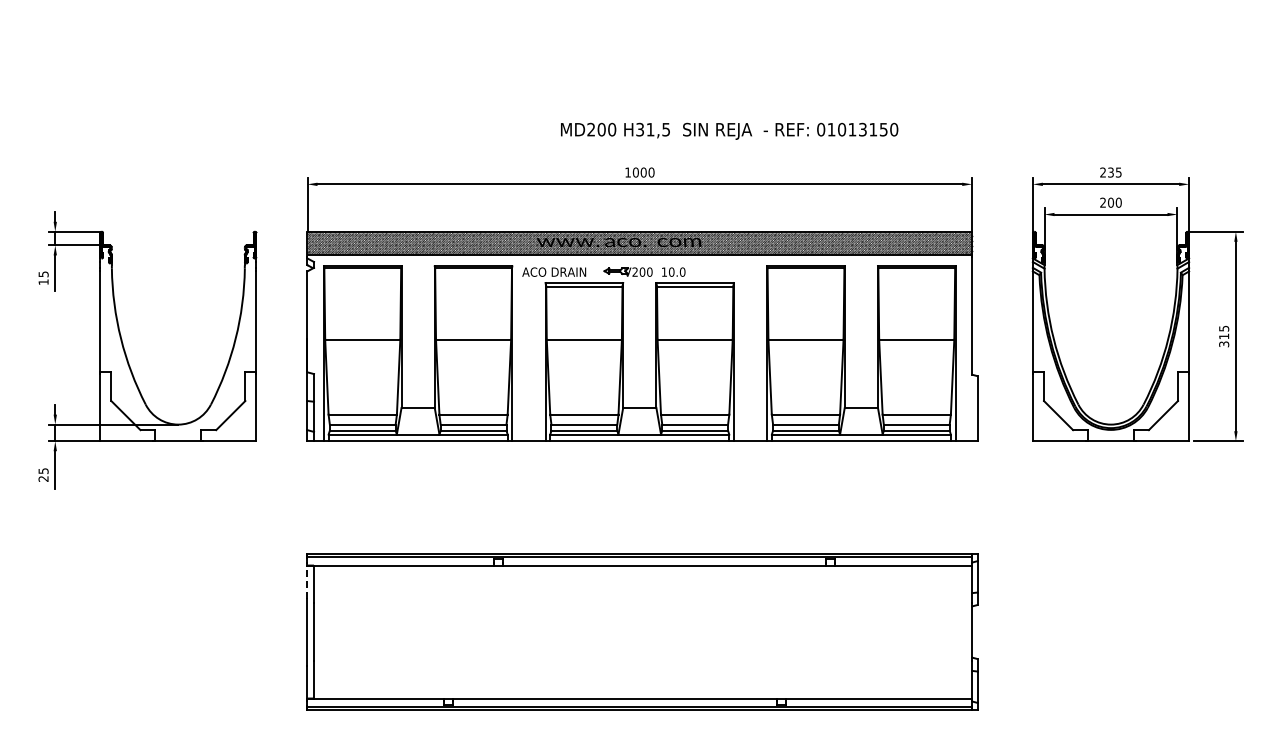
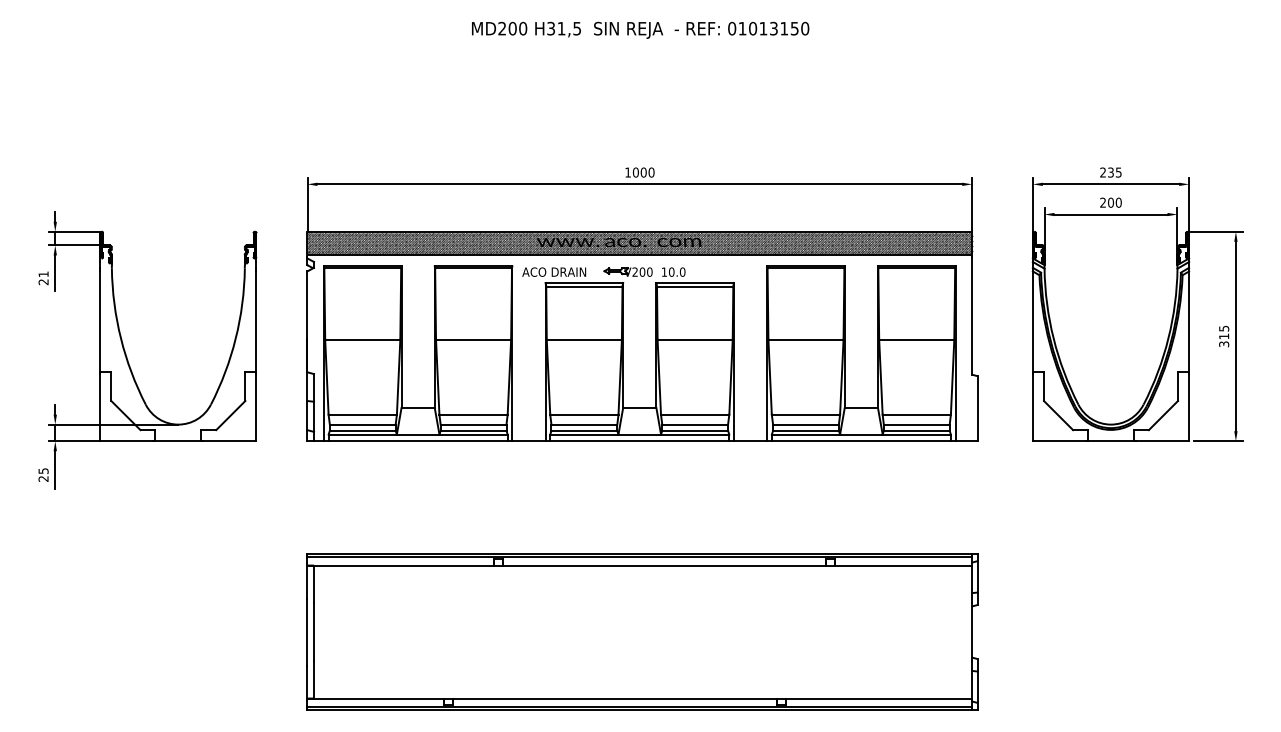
text at (729, 130) position: (729, 130) -> (640, 29)
text at (43, 278): 15 -> 21
line at (307, 582): dashed -> solid
